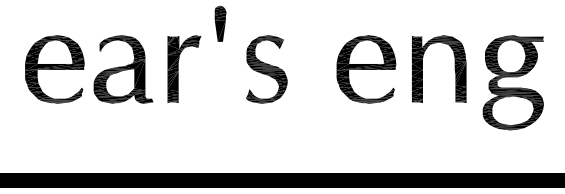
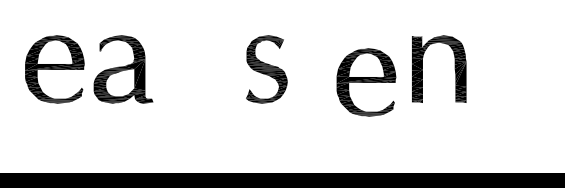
part at (220, 23): present -> none
part at (184, 68): present -> none
part at (366, 69) position: (366, 69) -> (366, 82)
part at (512, 82): present -> none
